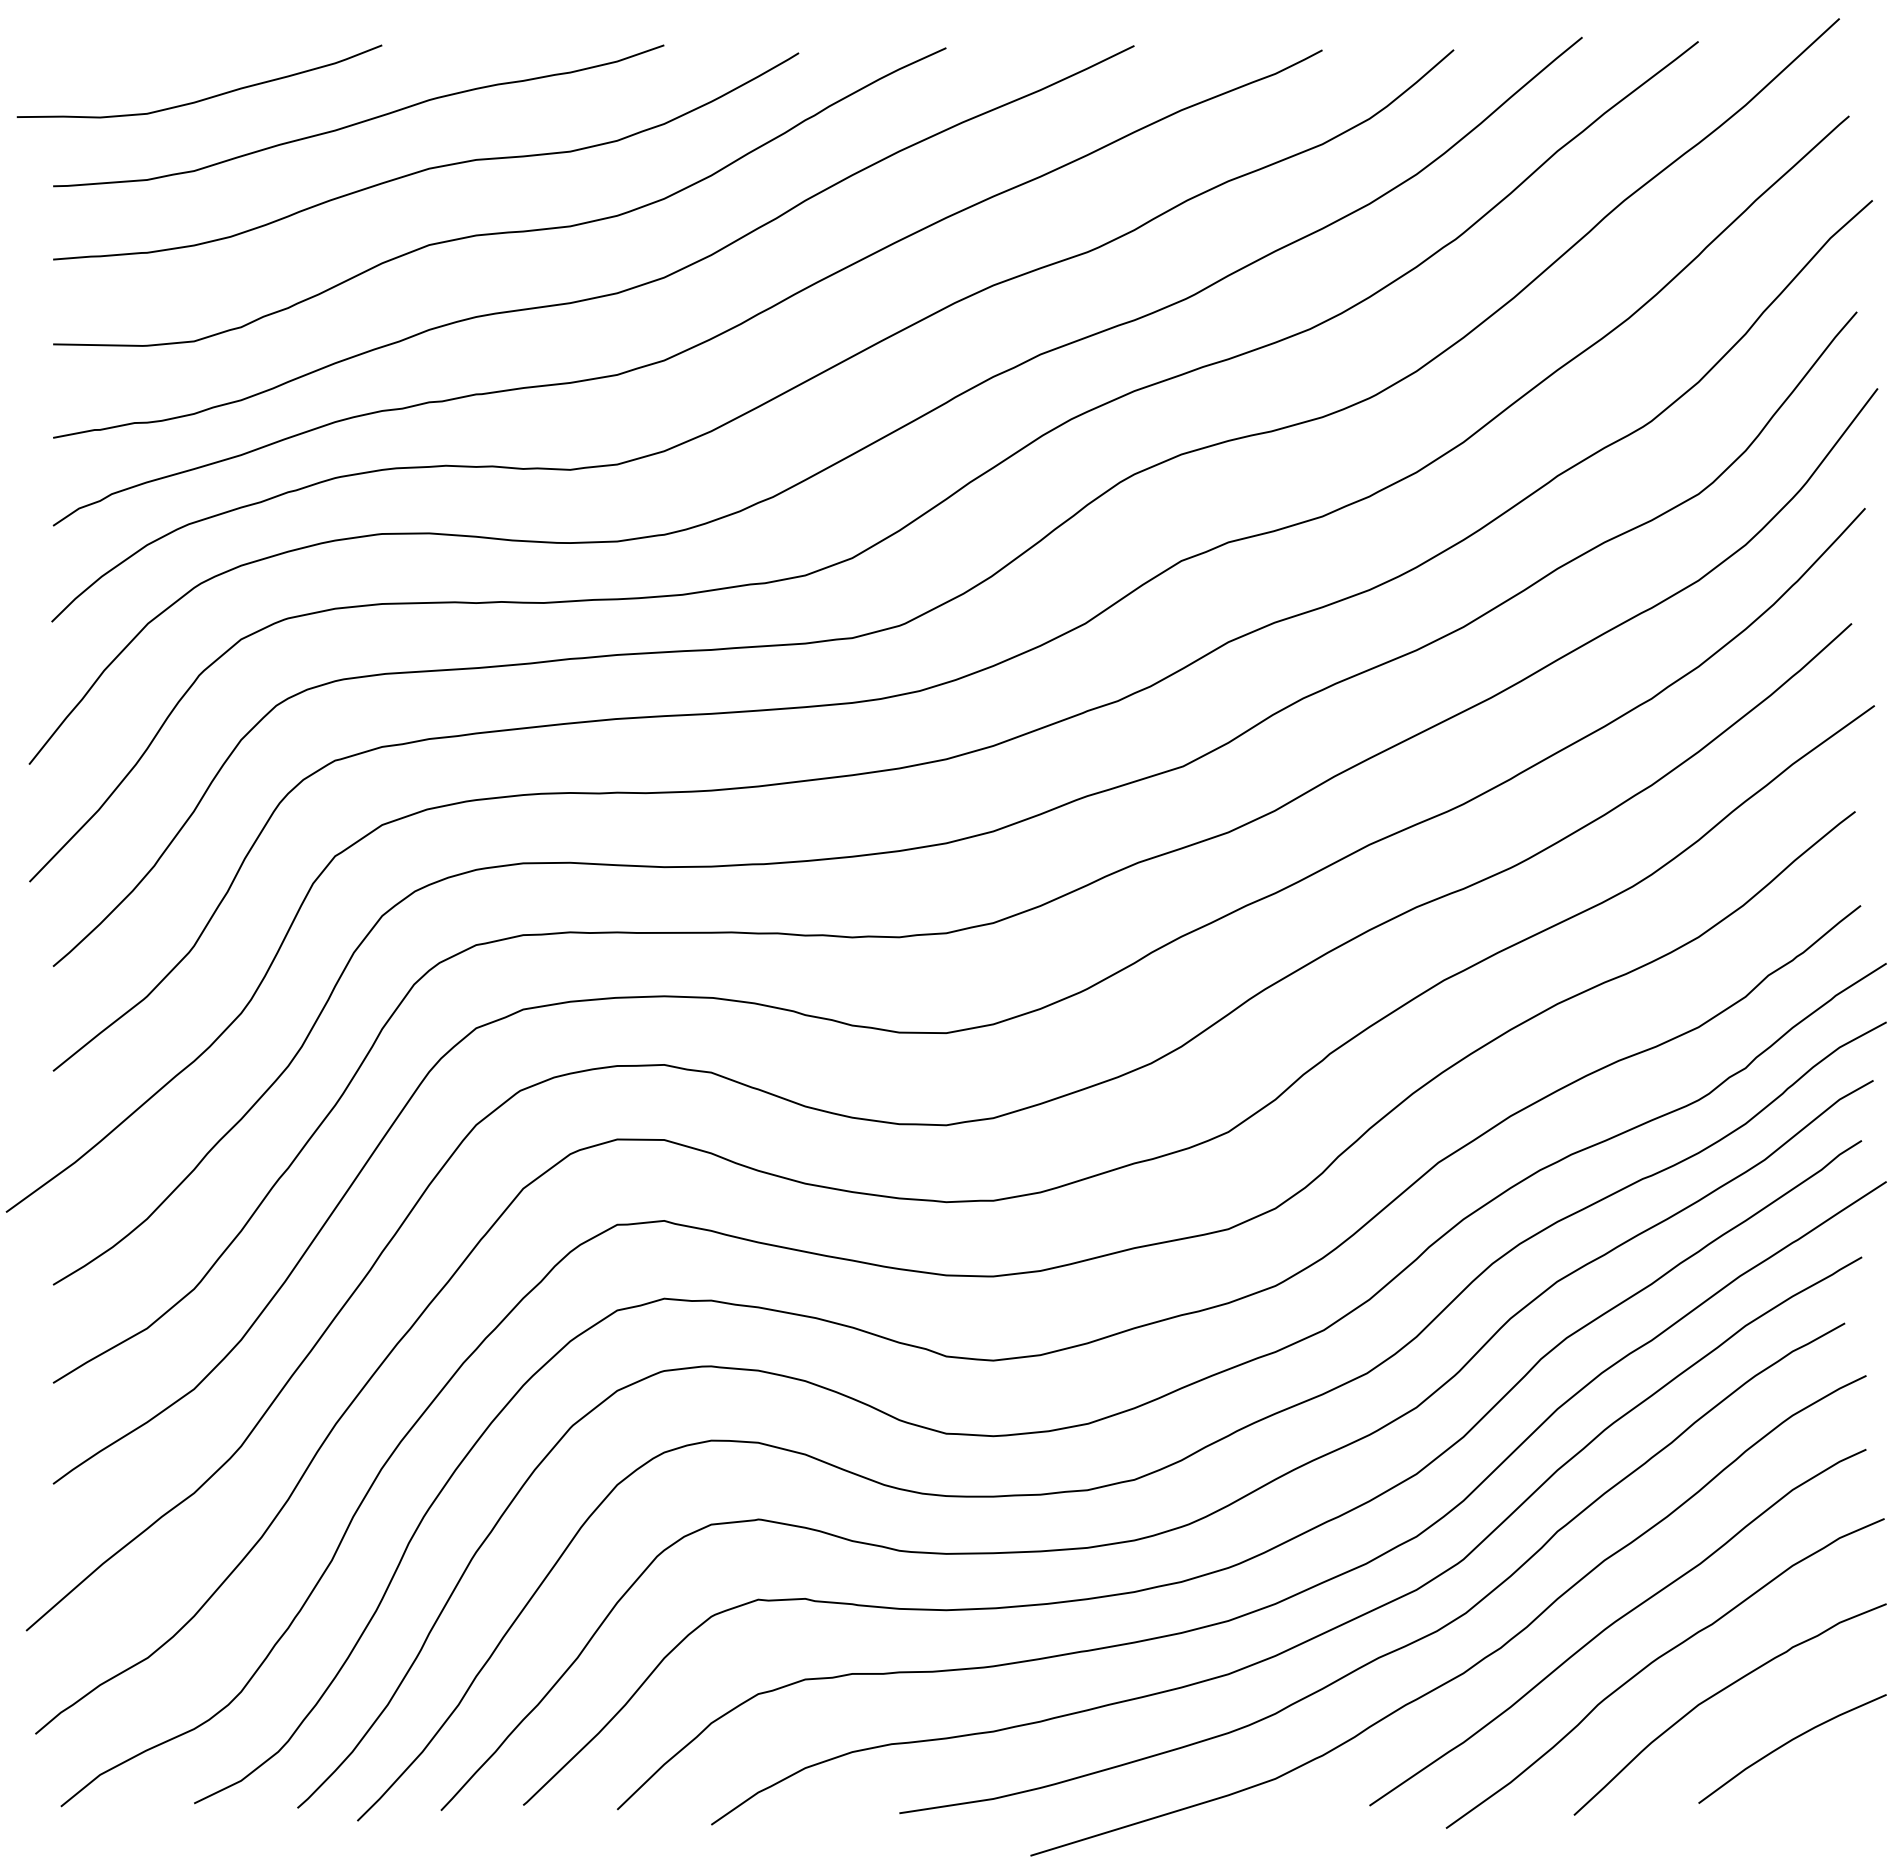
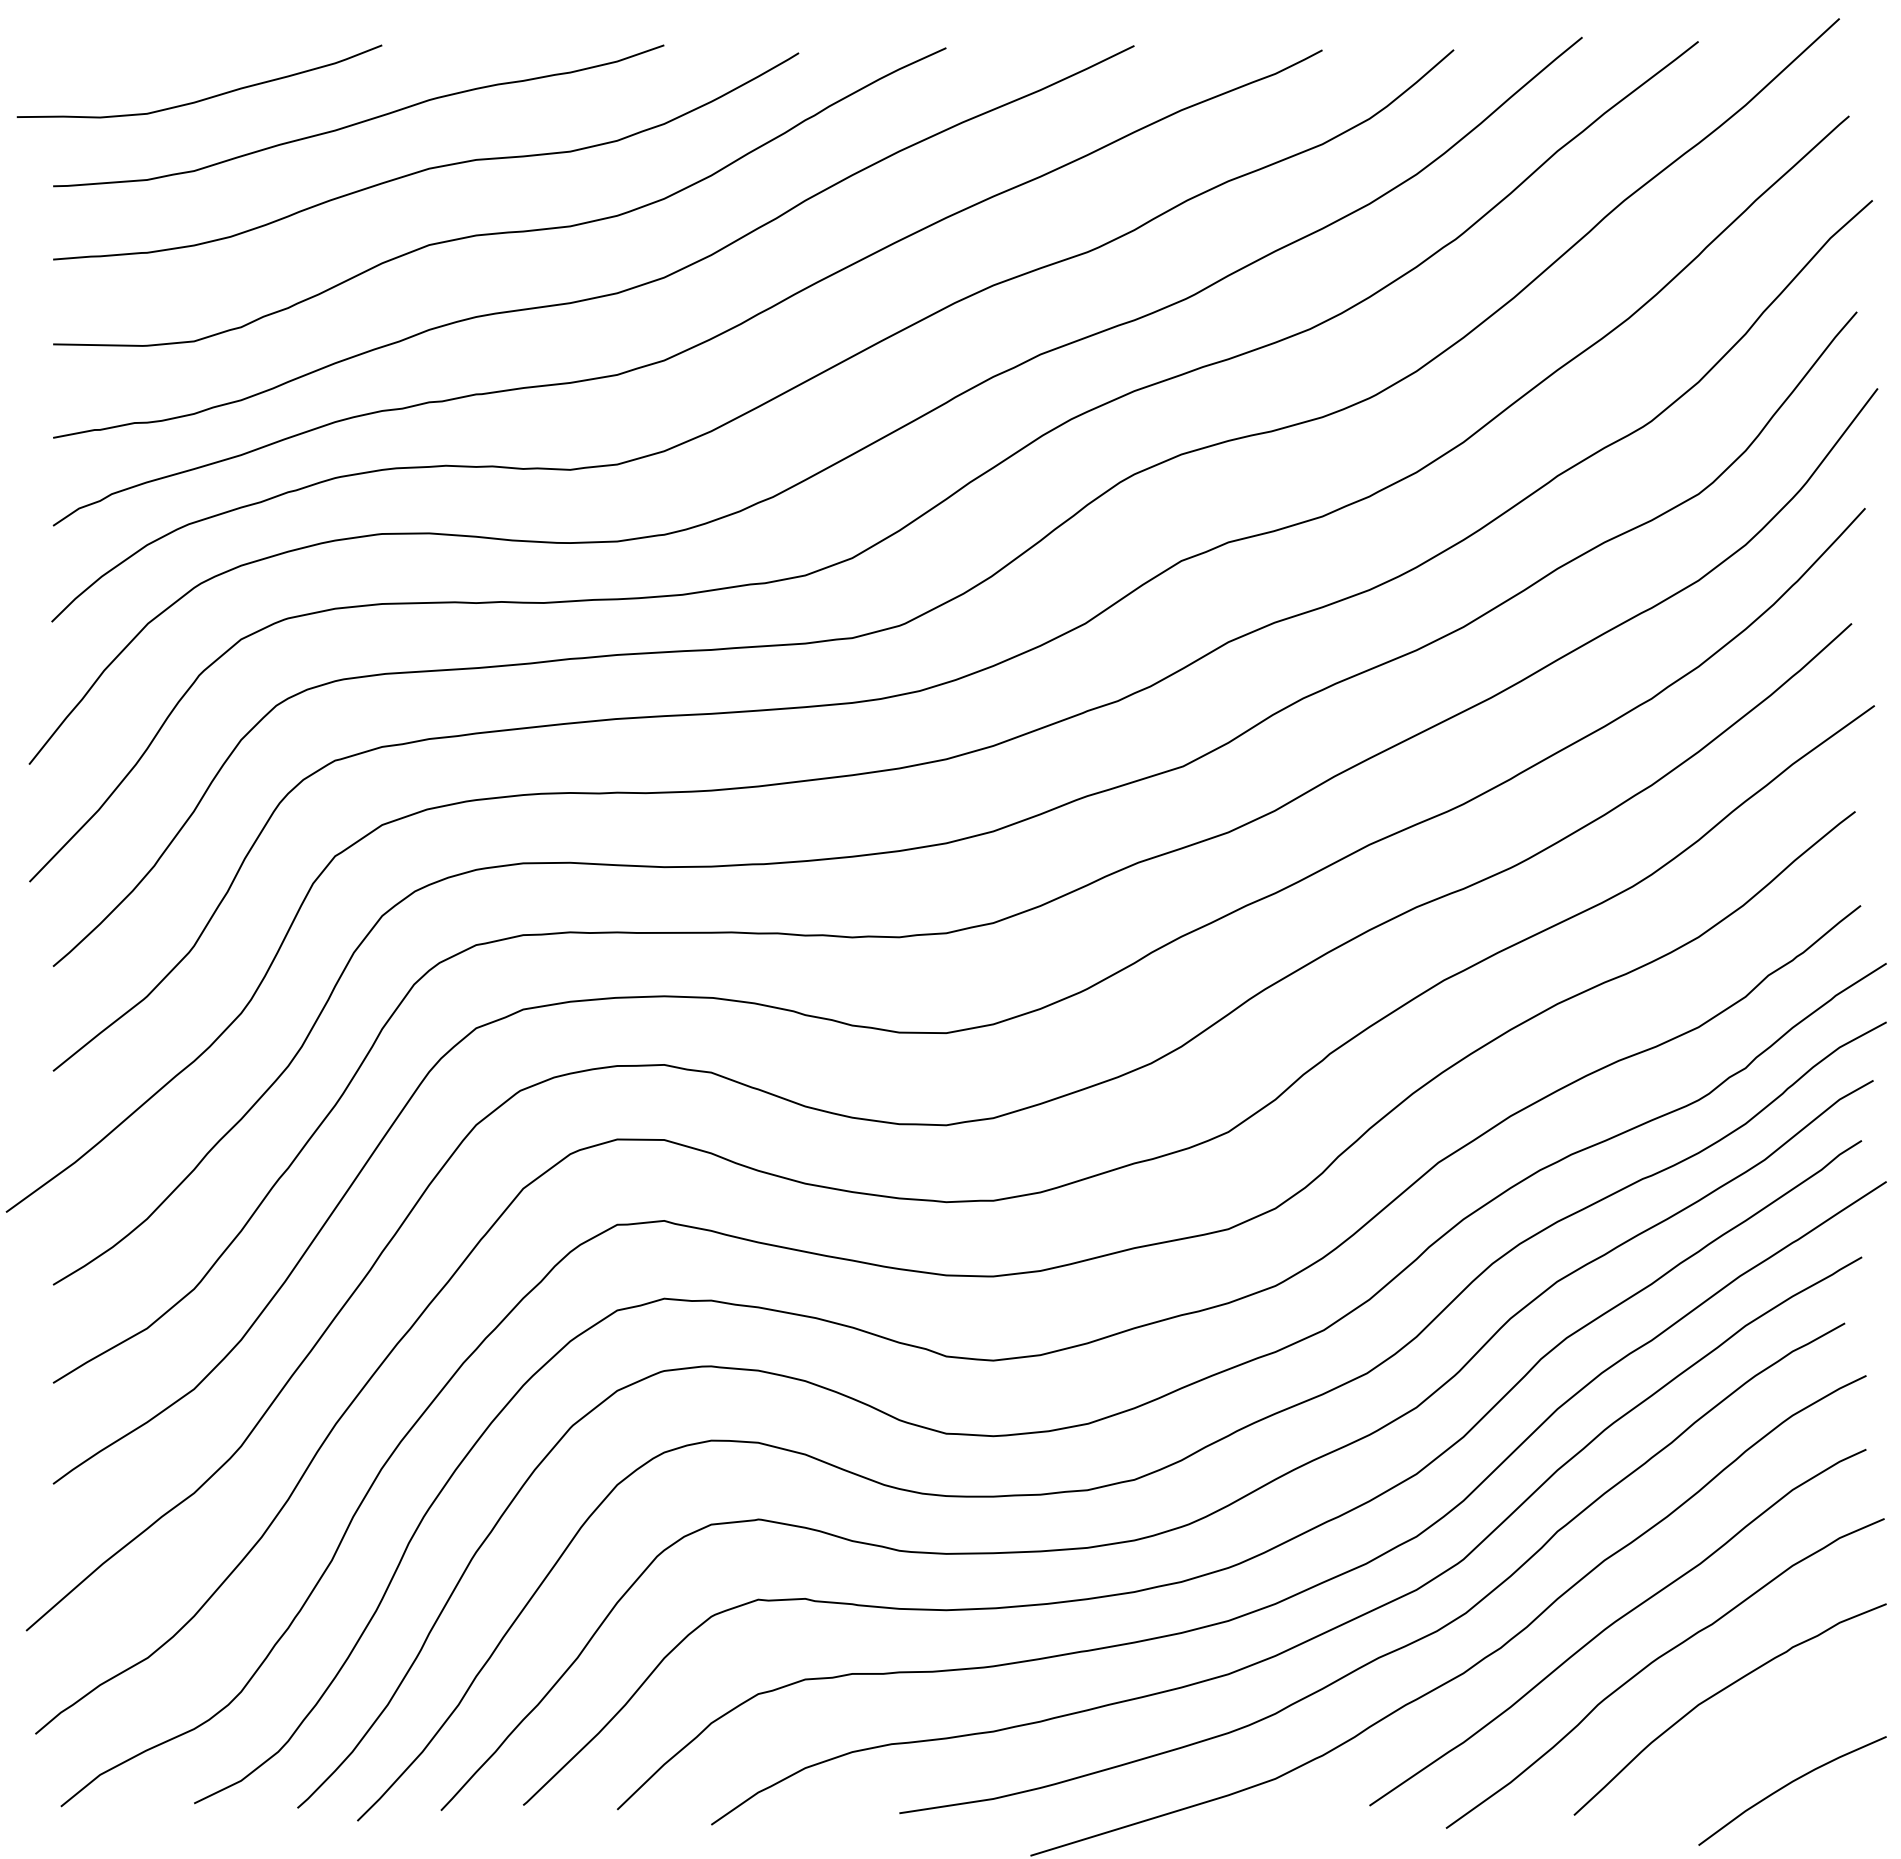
curve at (1788, 1743) position: (1788, 1743) -> (1788, 1785)
